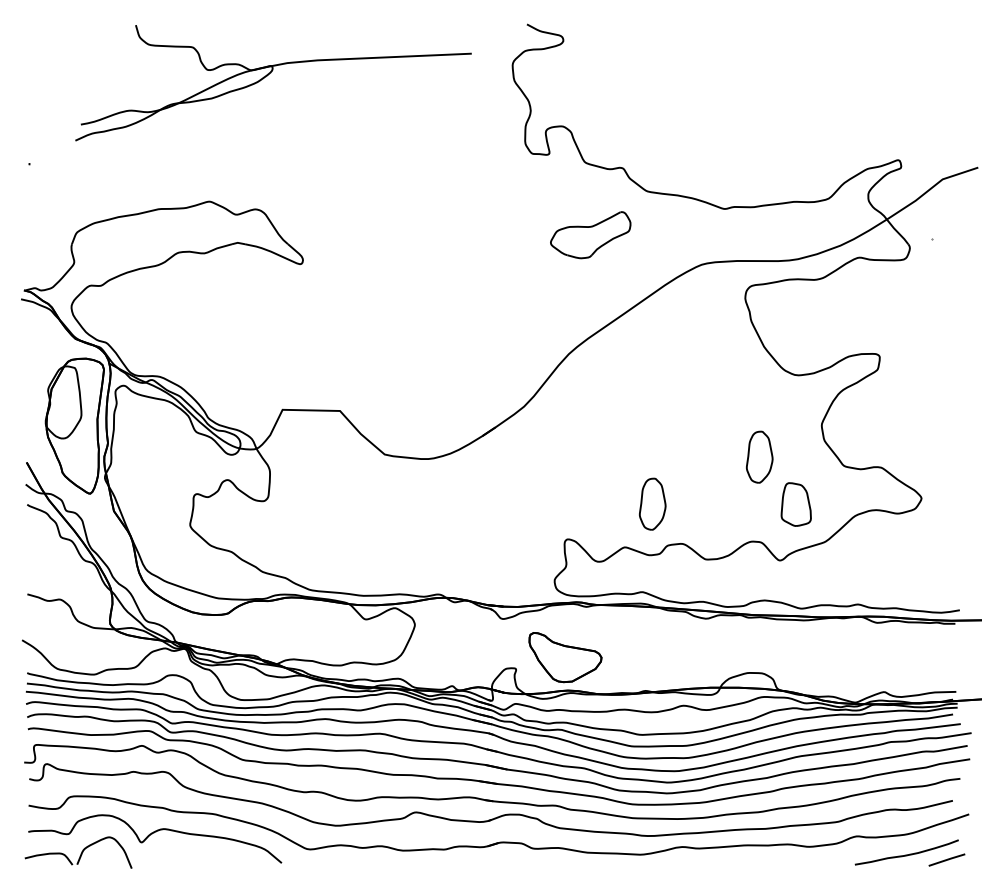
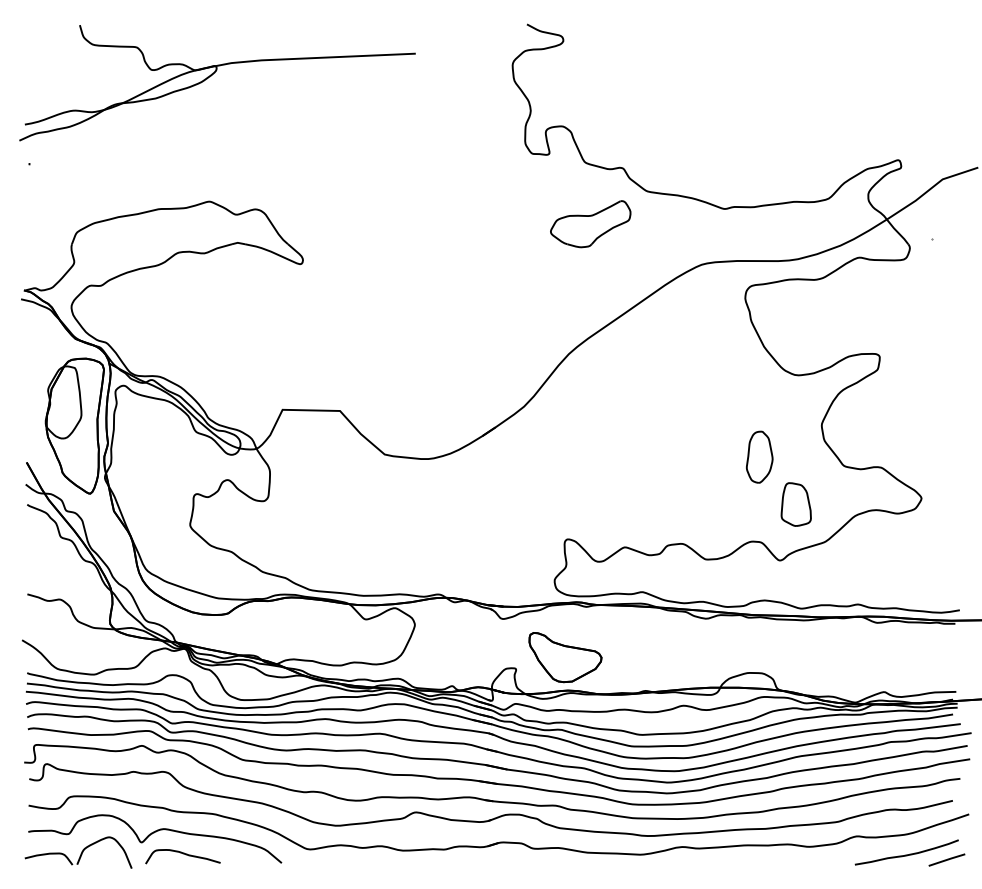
part at (267, 76) position: (267, 76) -> (211, 76)
part at (590, 235) position: (590, 235) -> (590, 224)
part at (652, 503): present -> none
curve at (183, 854): none -> present
